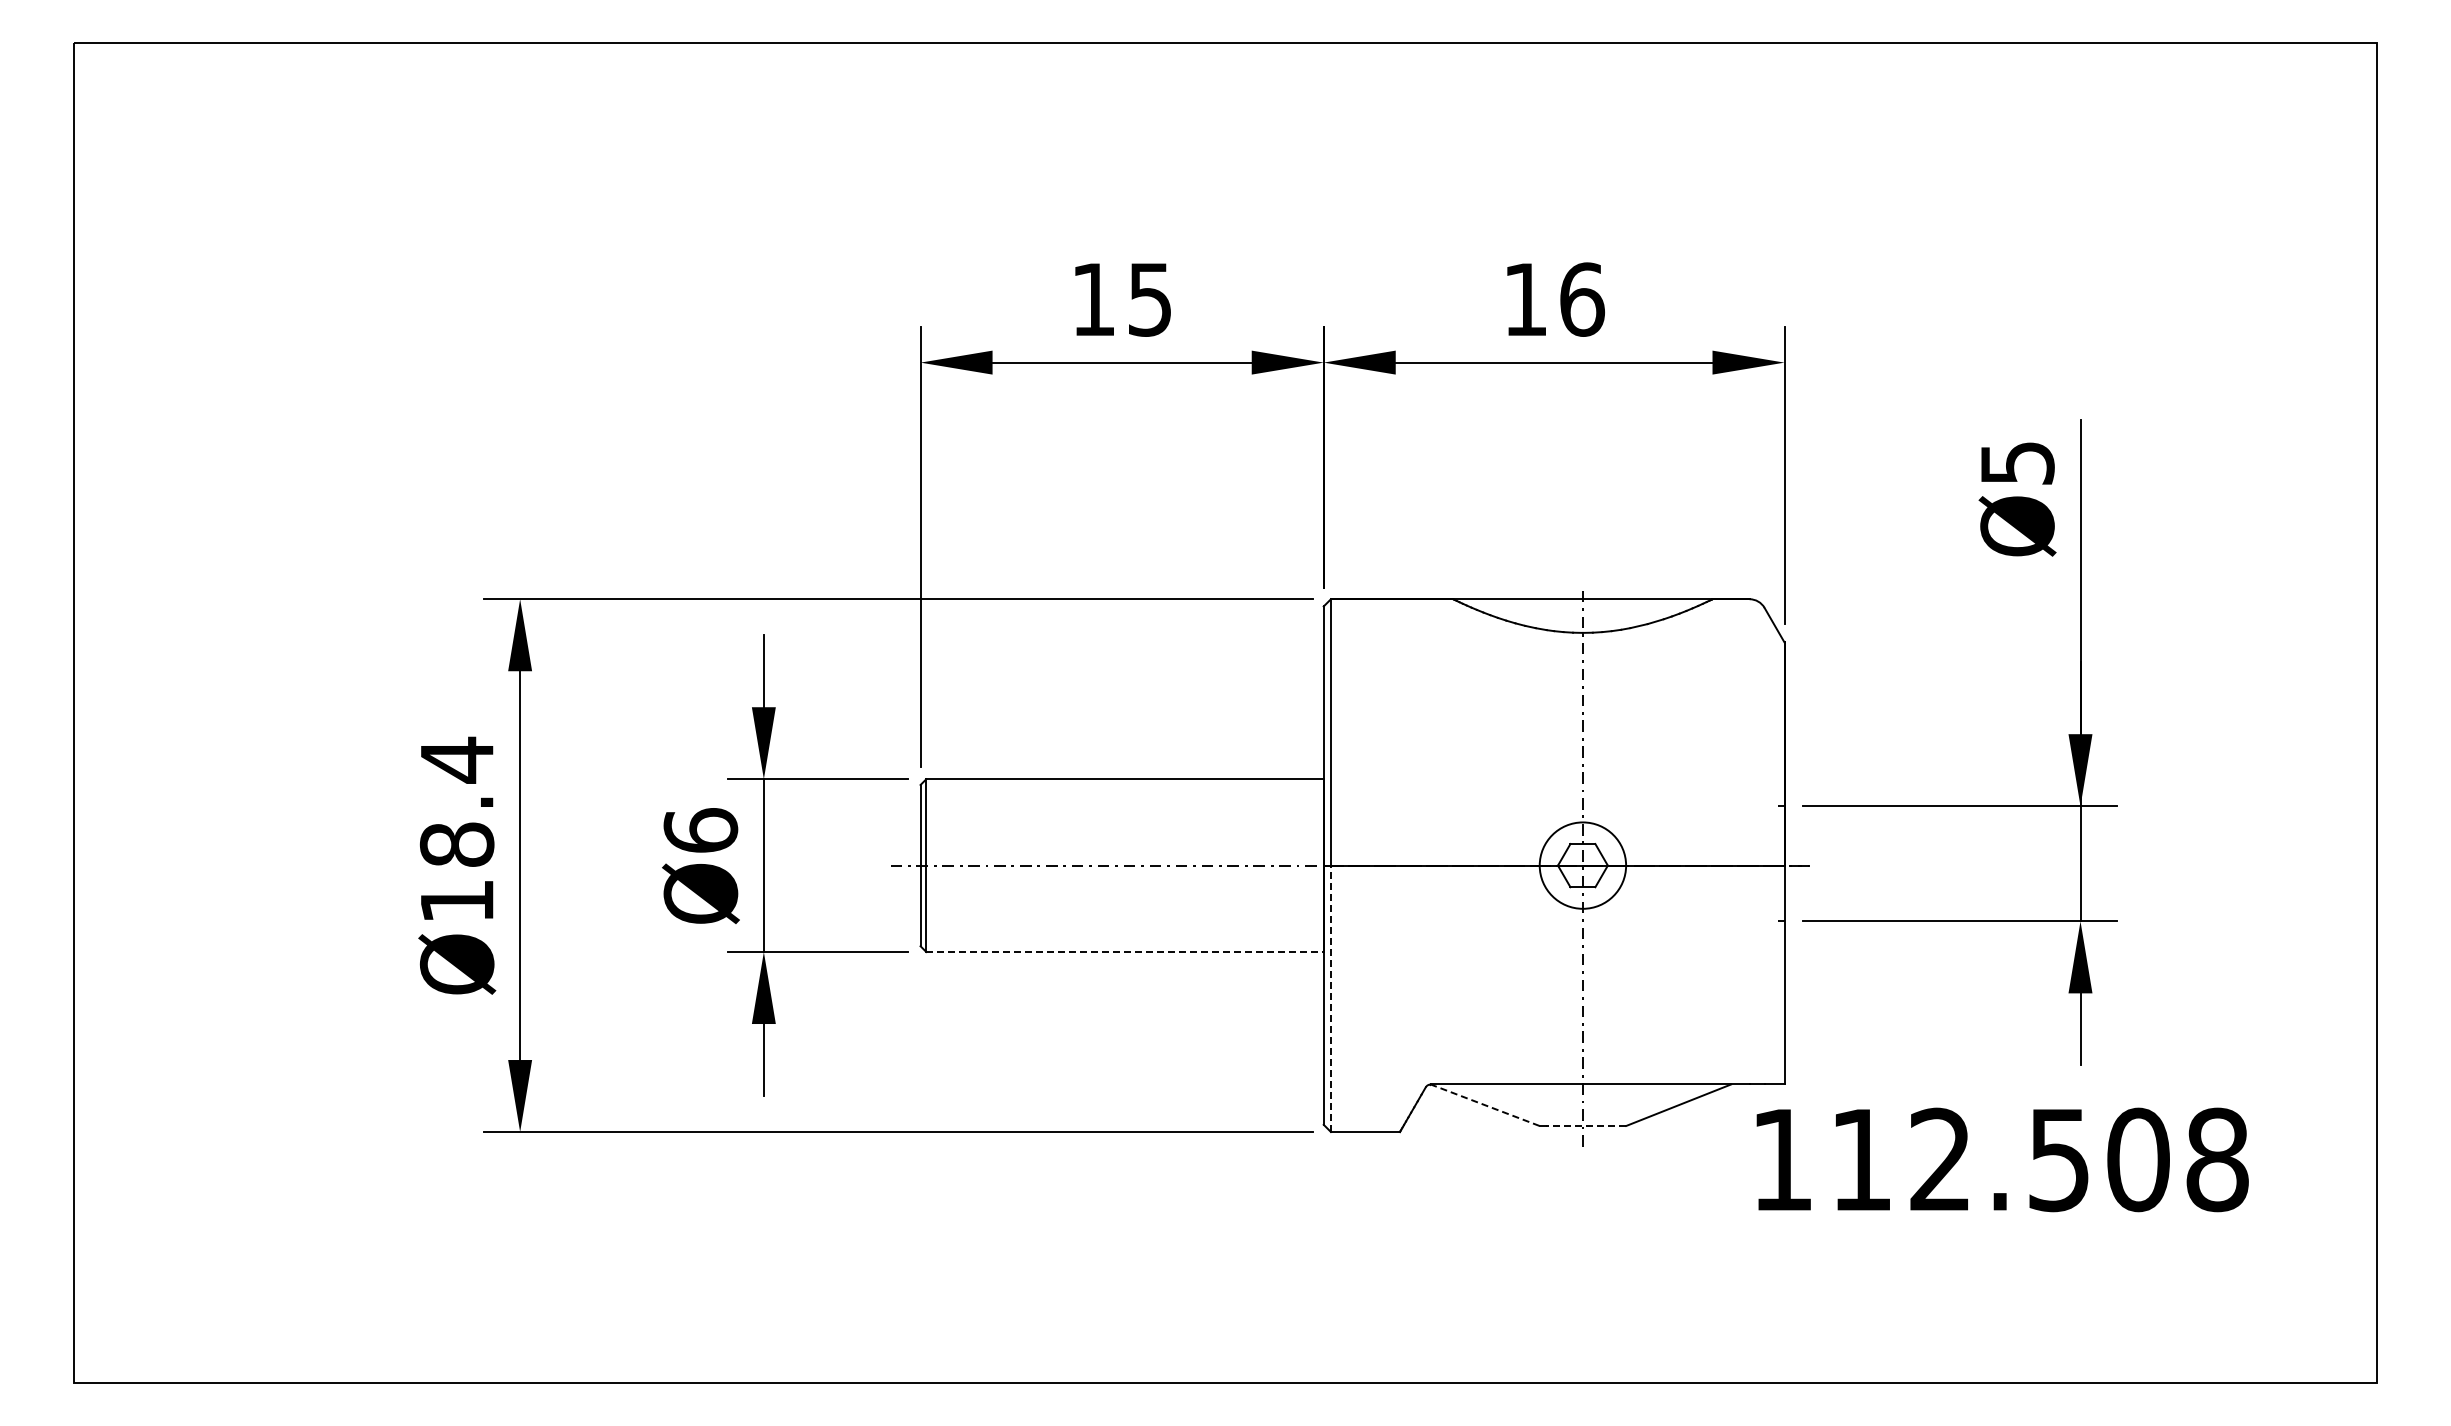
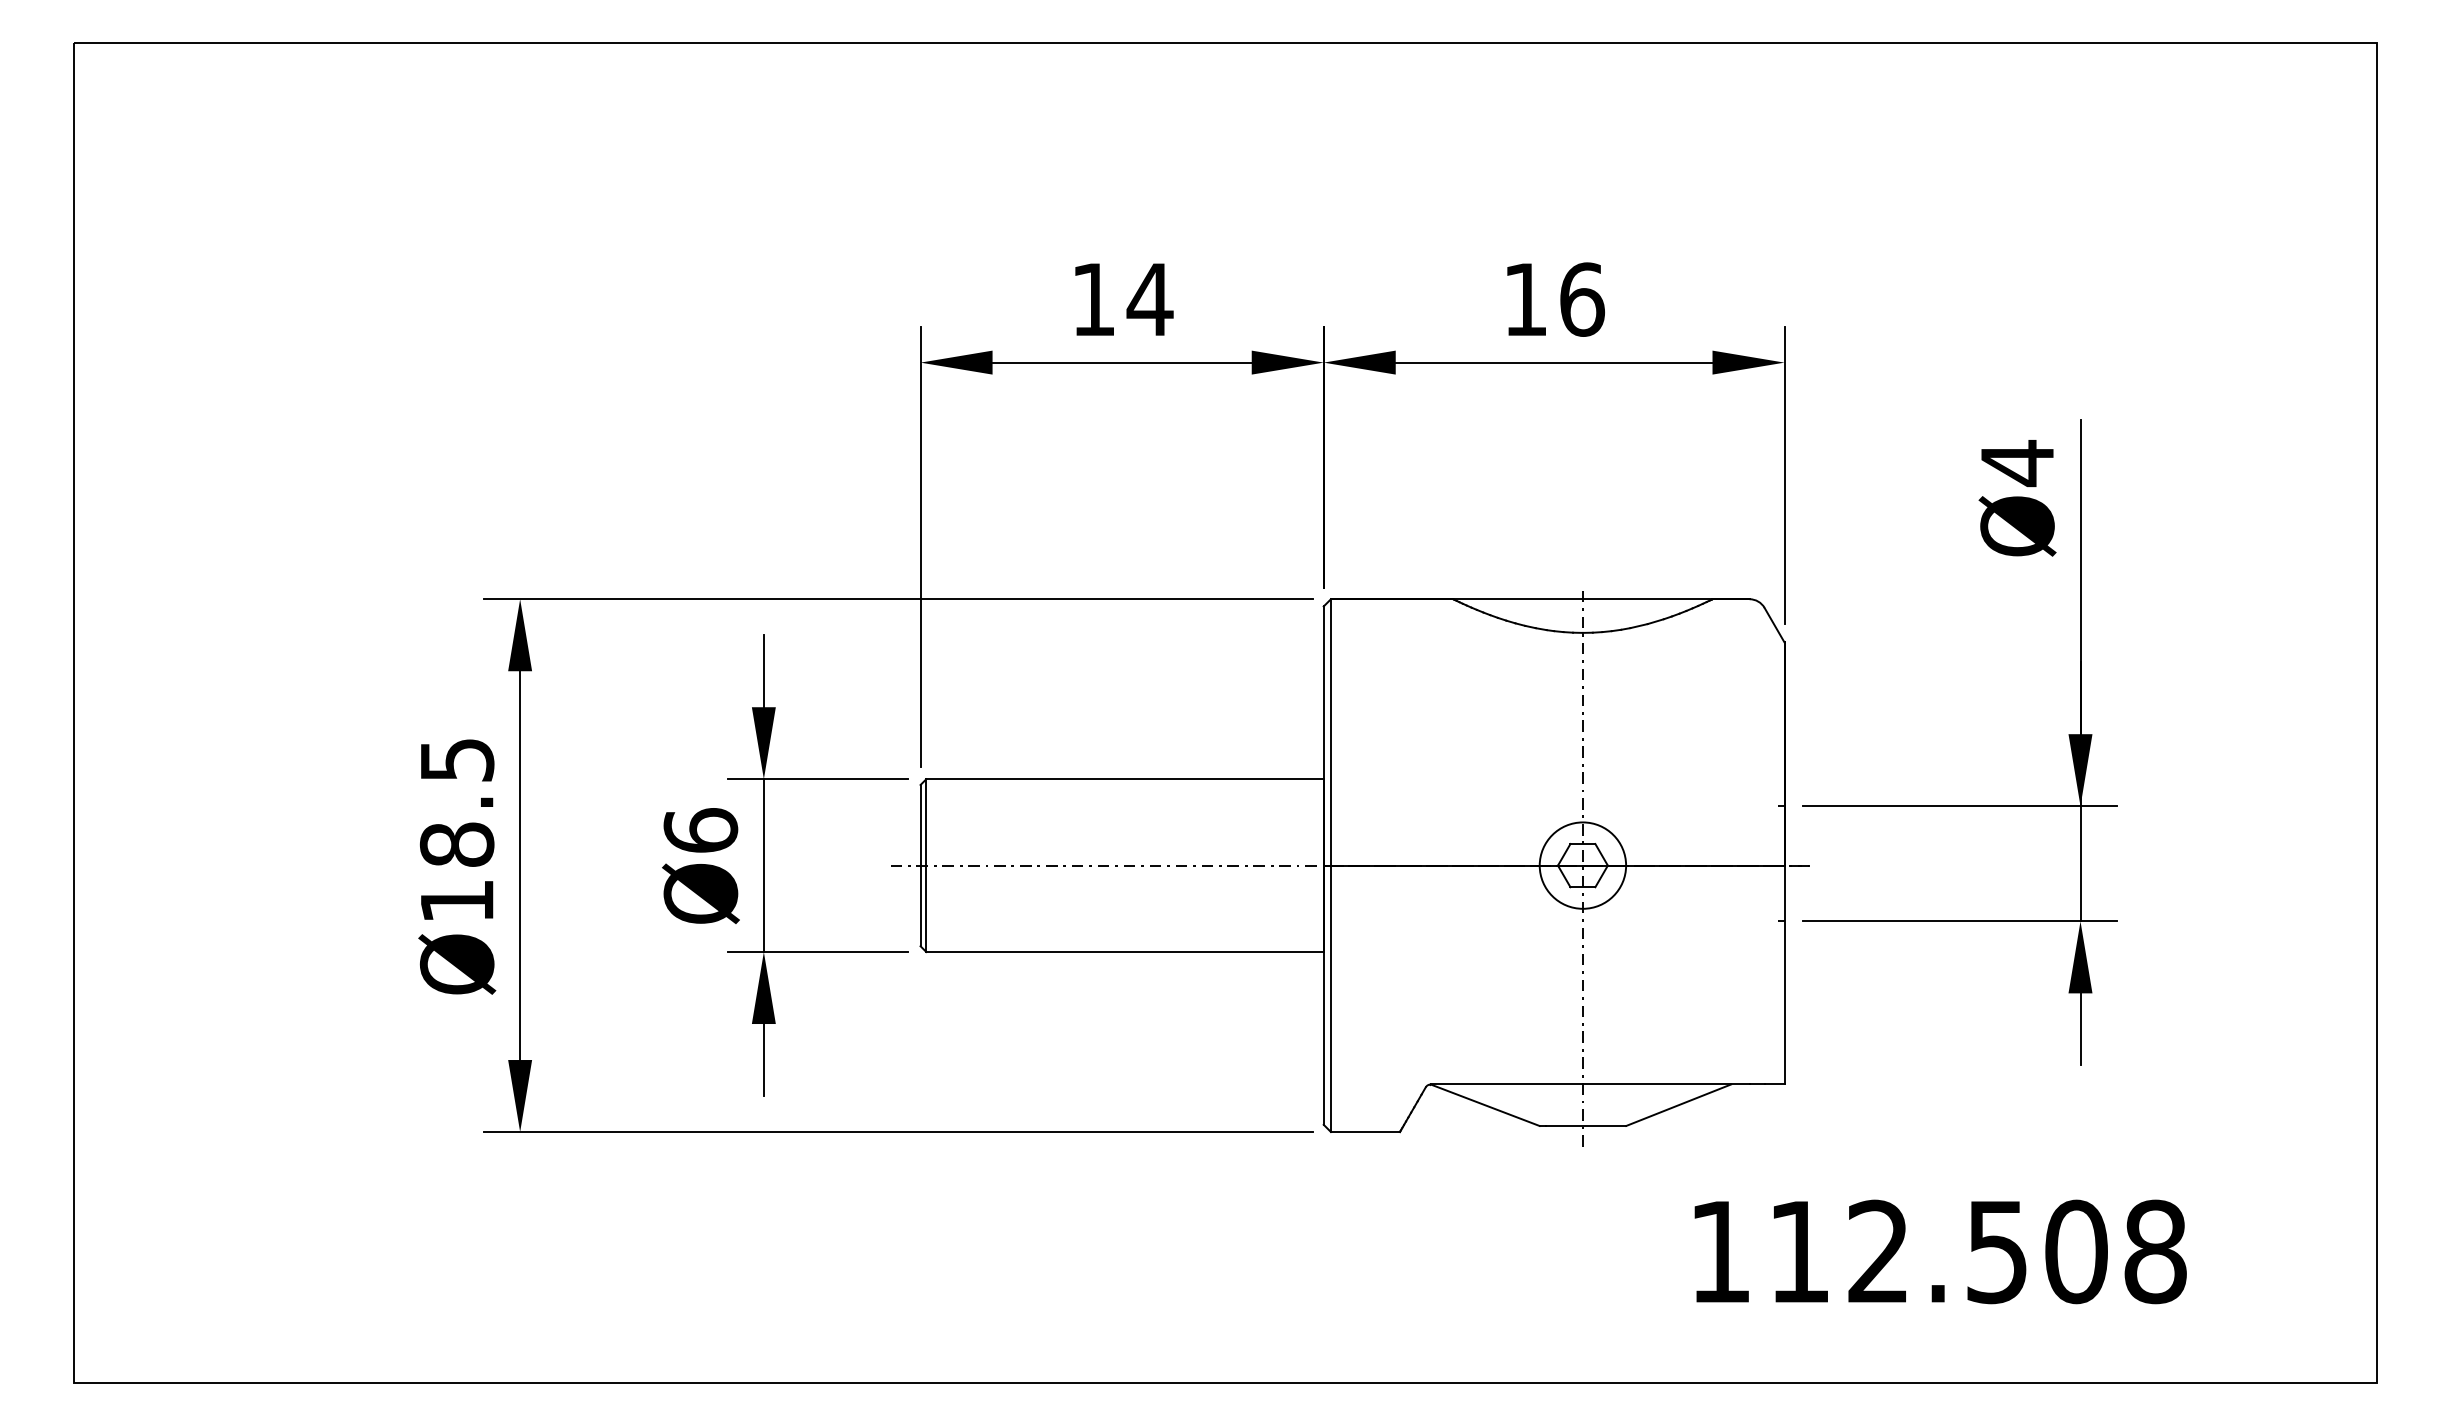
text at (1149, 299): 15 -> 14
text at (2017, 463): Ø5 -> Ø4
text at (457, 759): Ø18.4 -> Ø18.5
line at (1125, 952): dashed -> solid
line at (1330, 998): dashed -> solid
line at (1484, 1105): dashed -> solid
line at (1585, 1125): dashed -> solid
text at (2002, 1159) position: (2002, 1159) -> (1940, 1251)
